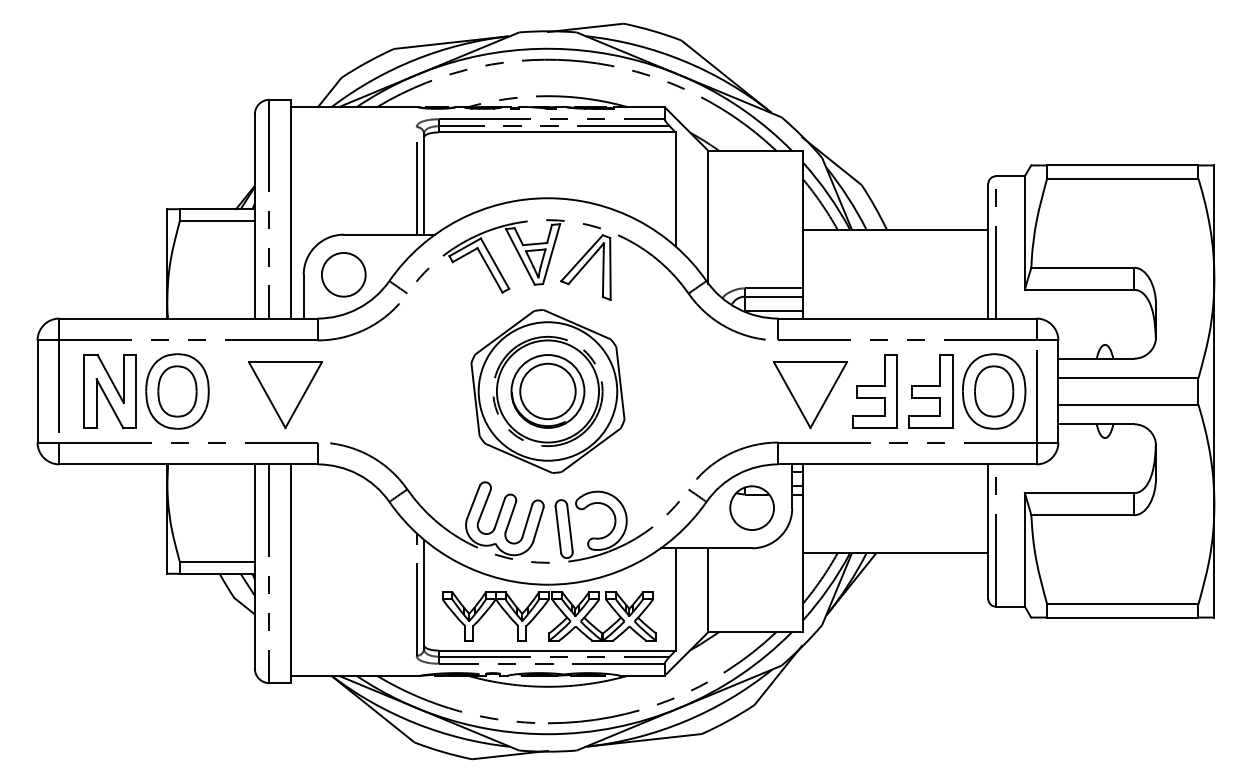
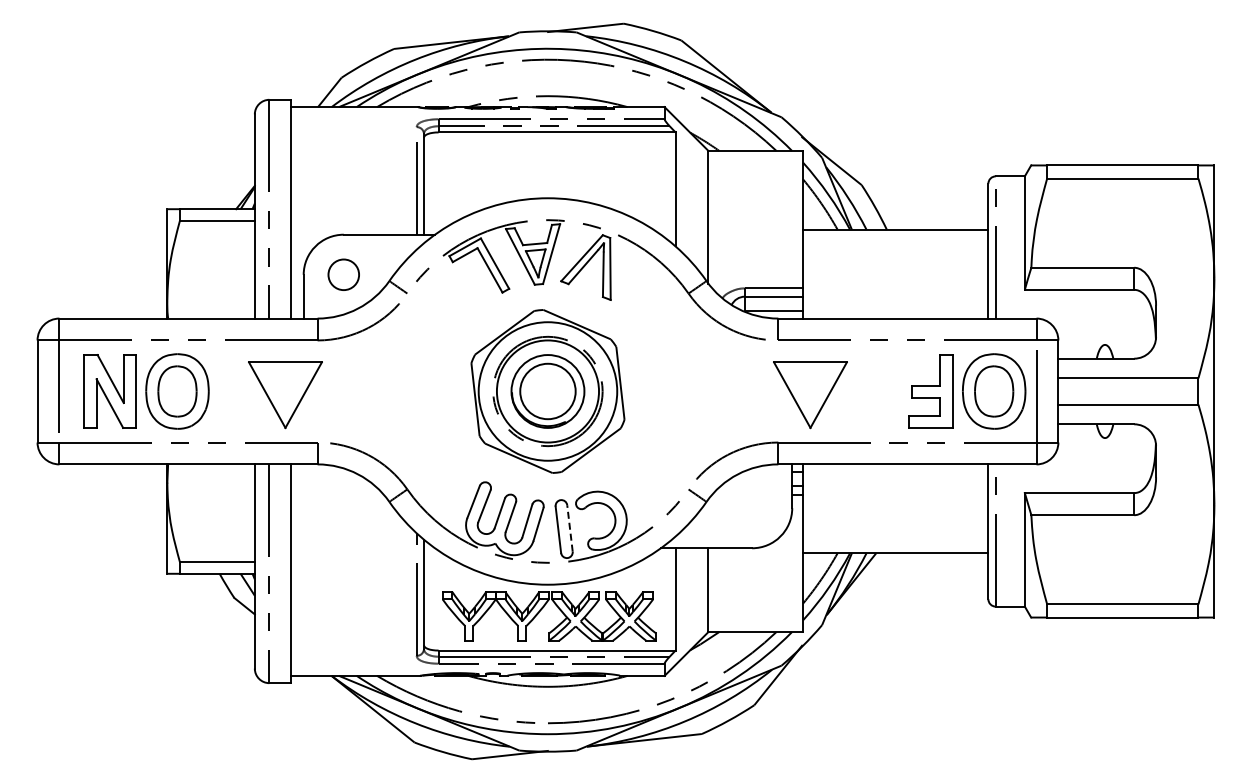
circle at (343, 274) diameter: 44 px -> 31 px
part at (874, 391): present -> none
part at (751, 507): present -> none
line at (569, 527): solid -> dashed
